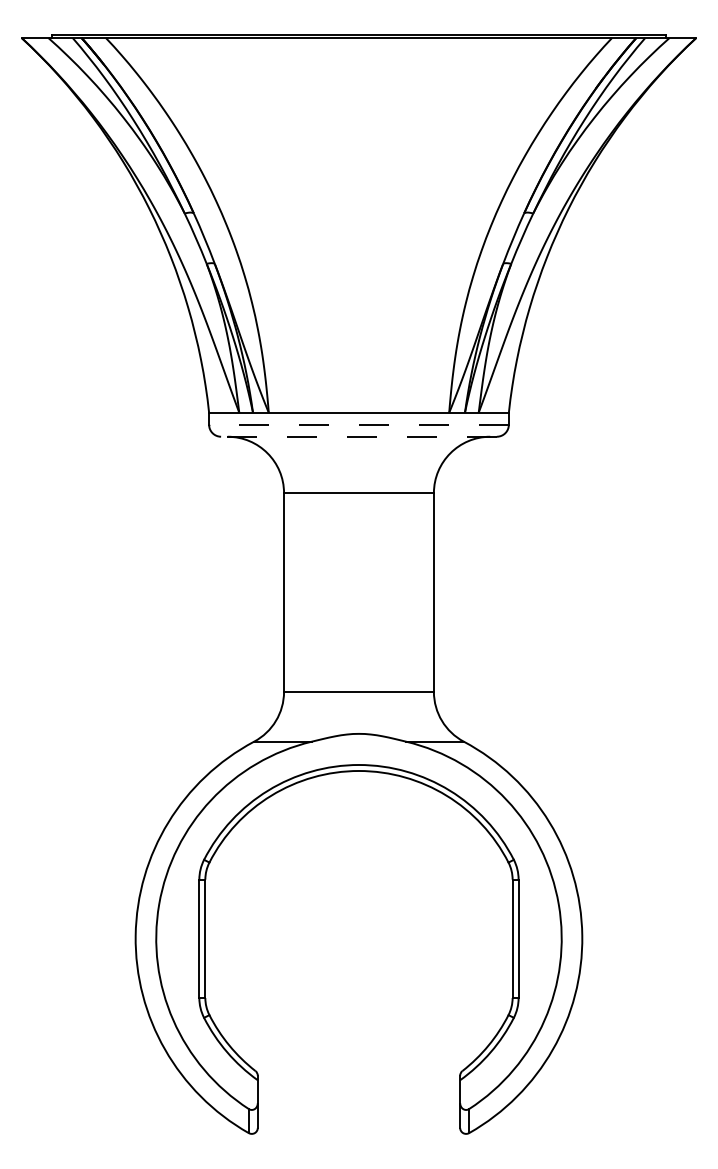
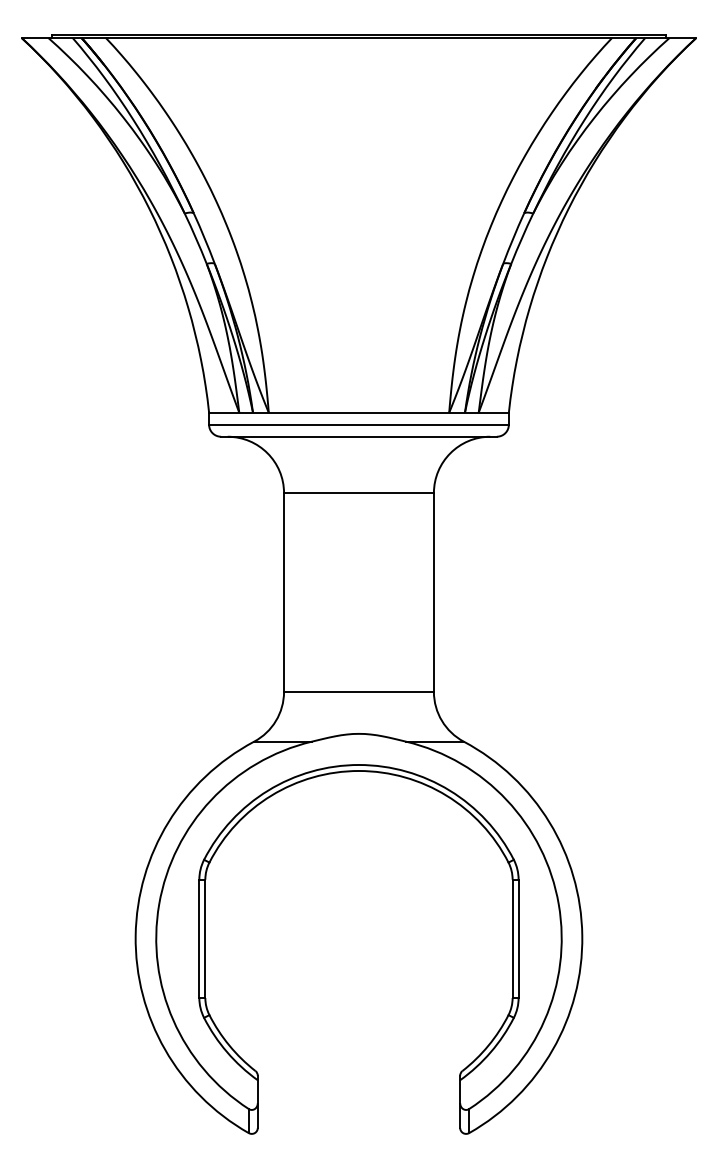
line at (358, 424): dashed -> solid
line at (358, 436): dashed -> solid
